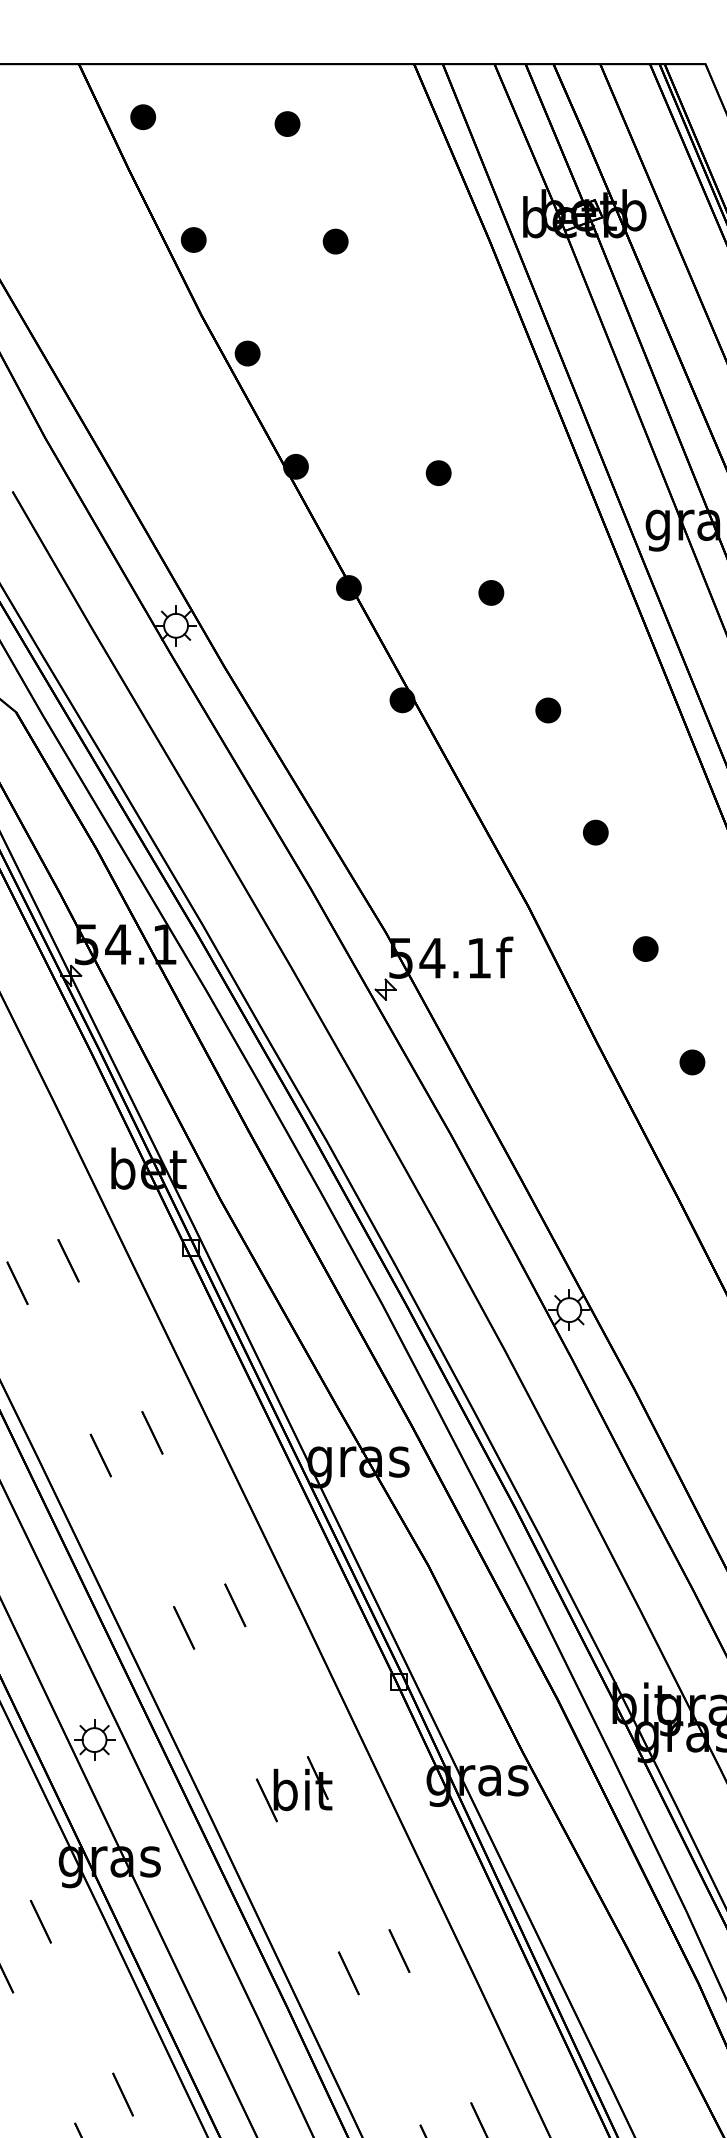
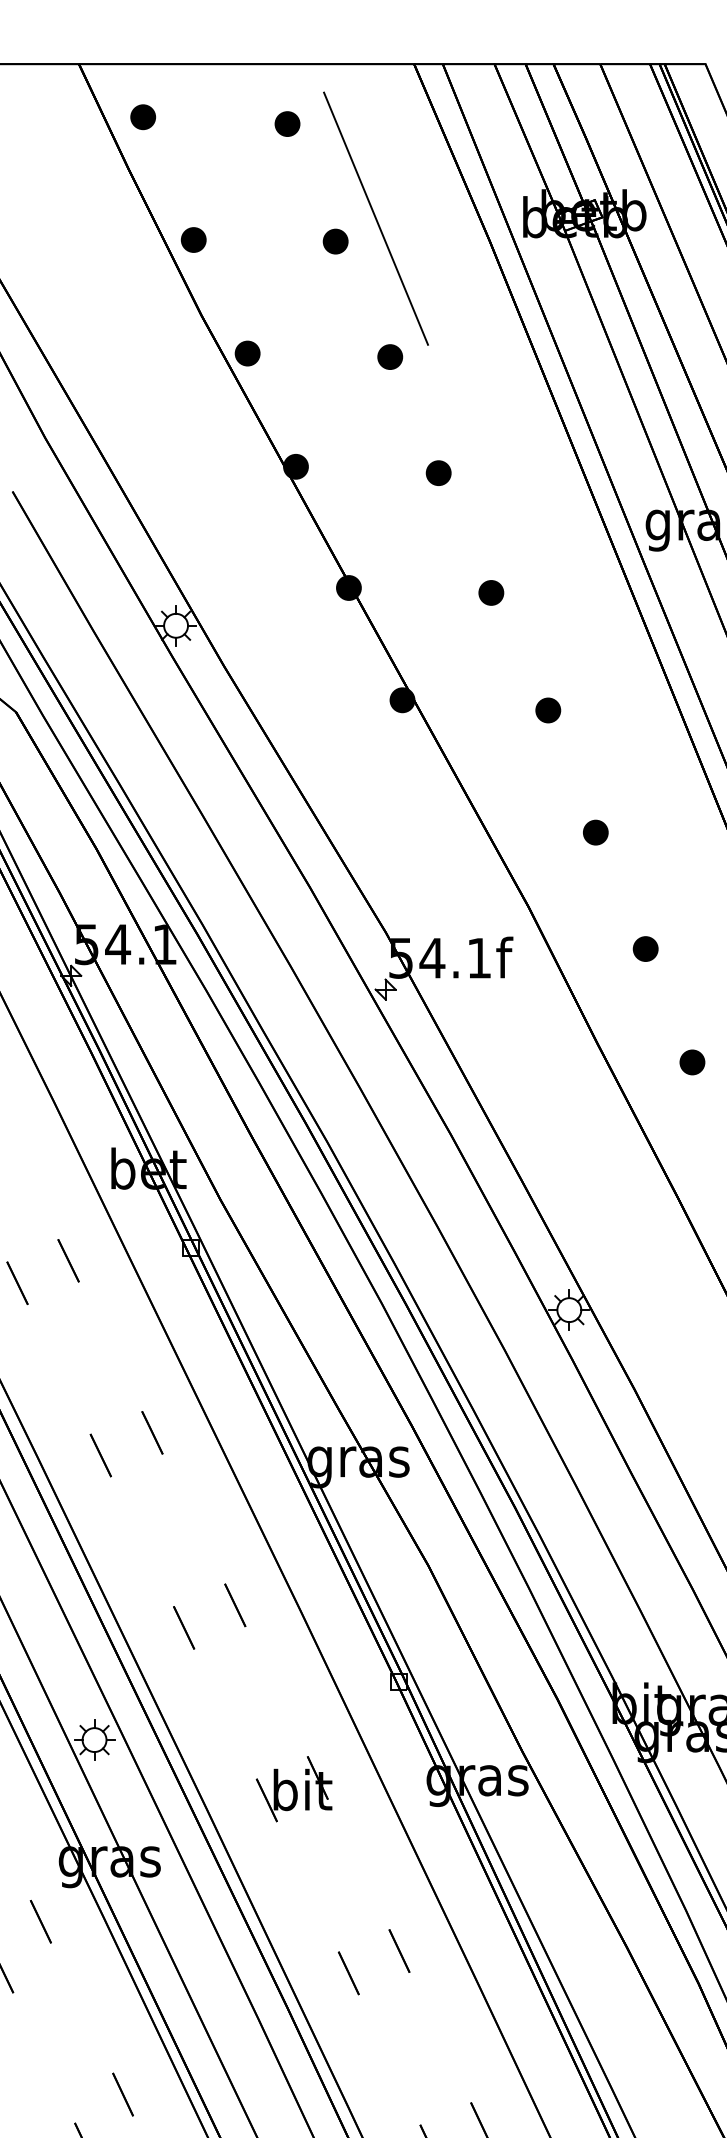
line at (376, 218): none -> present
part at (390, 356): none -> present
